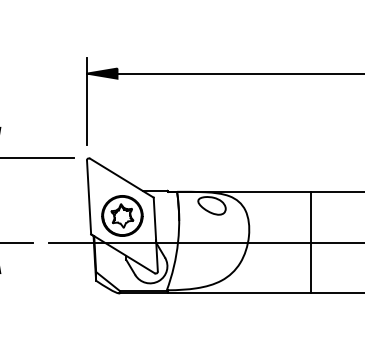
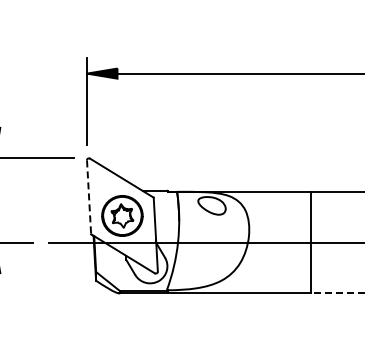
line at (89, 197): solid -> dashed
line at (337, 293): solid -> dashed
